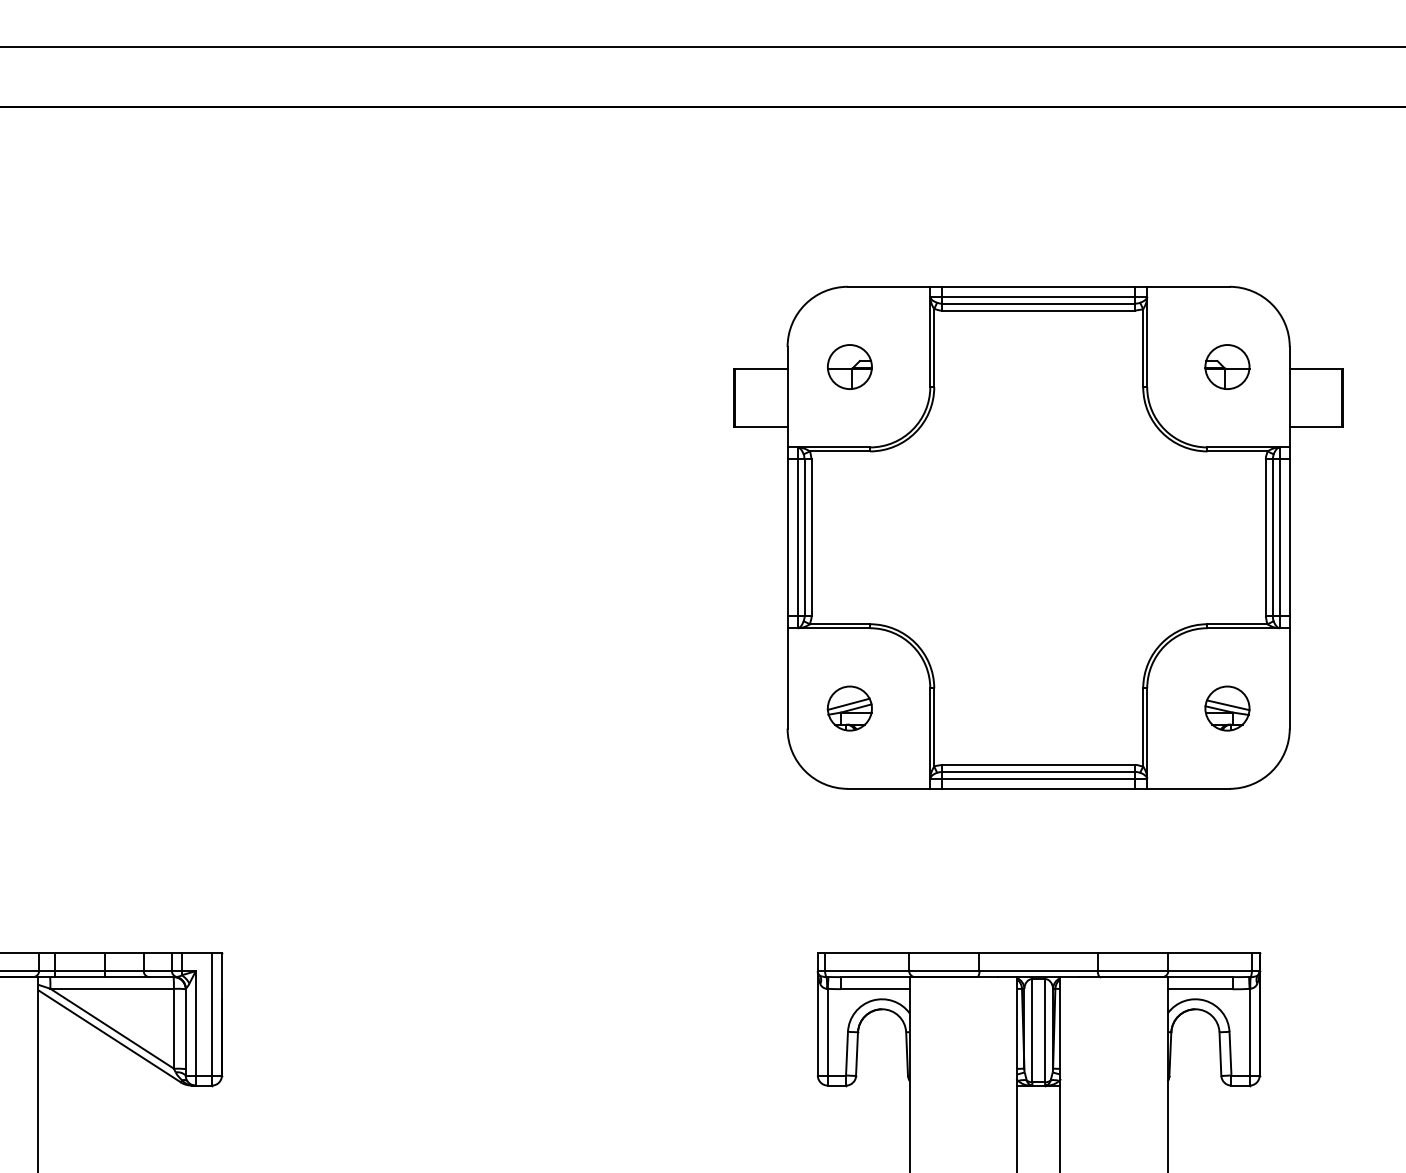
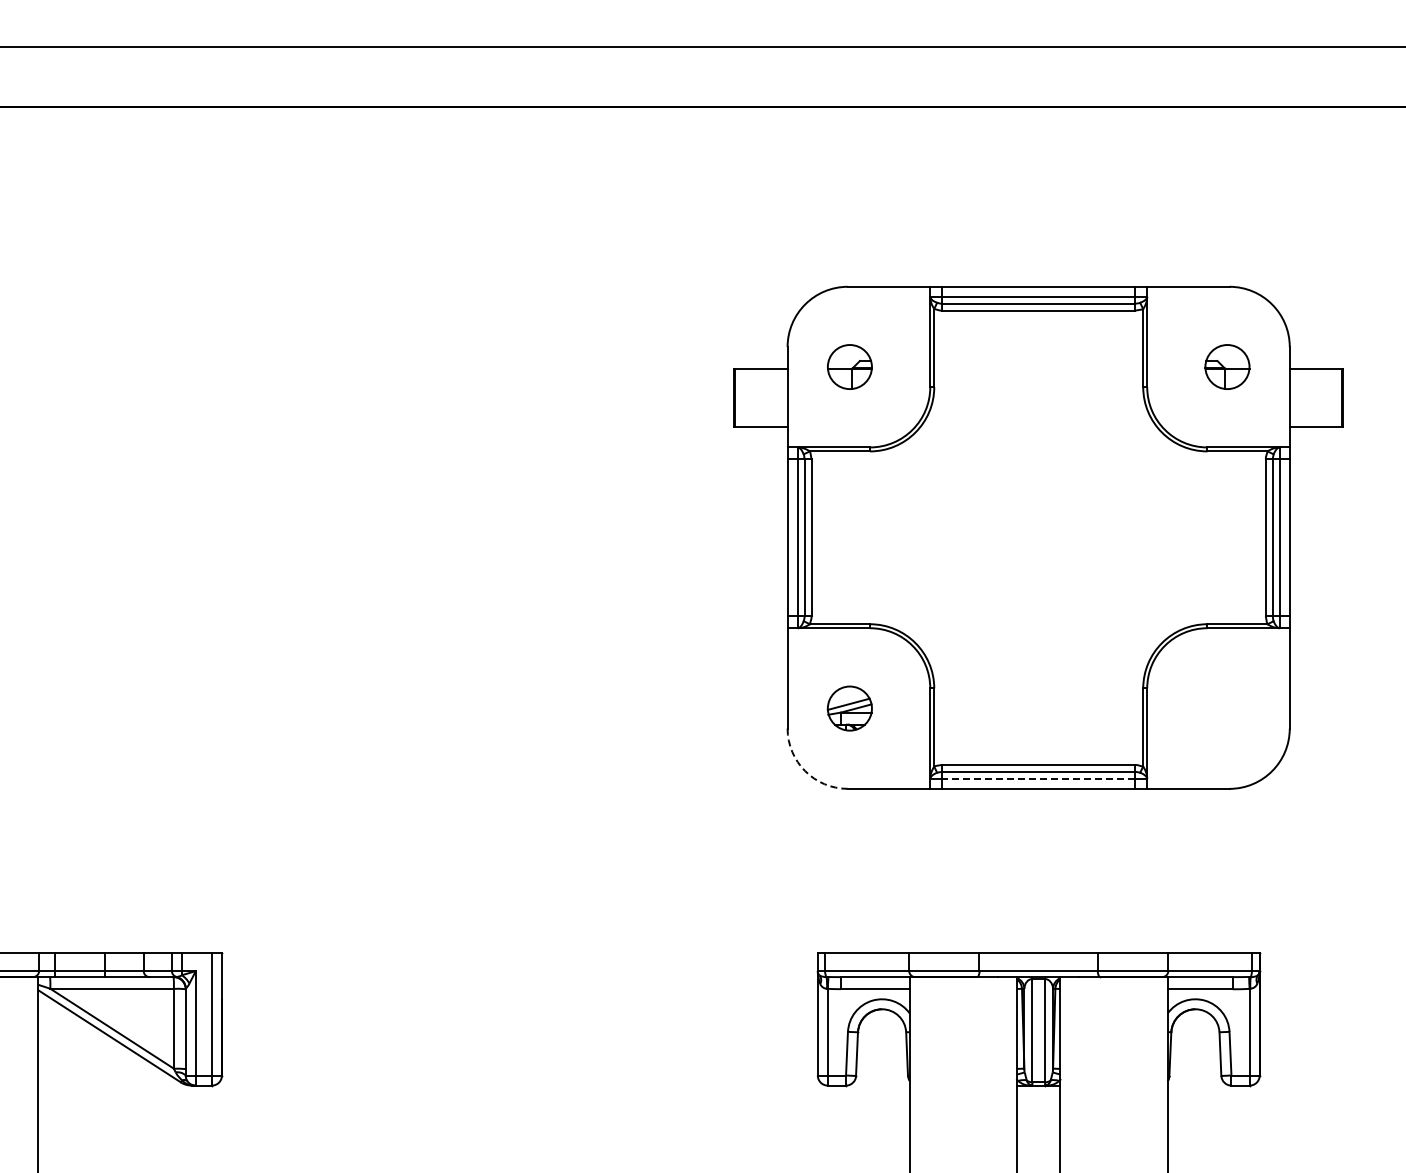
part at (1227, 708): present -> none
arc at (805, 771): solid -> dashed
line at (1038, 778): solid -> dashed
